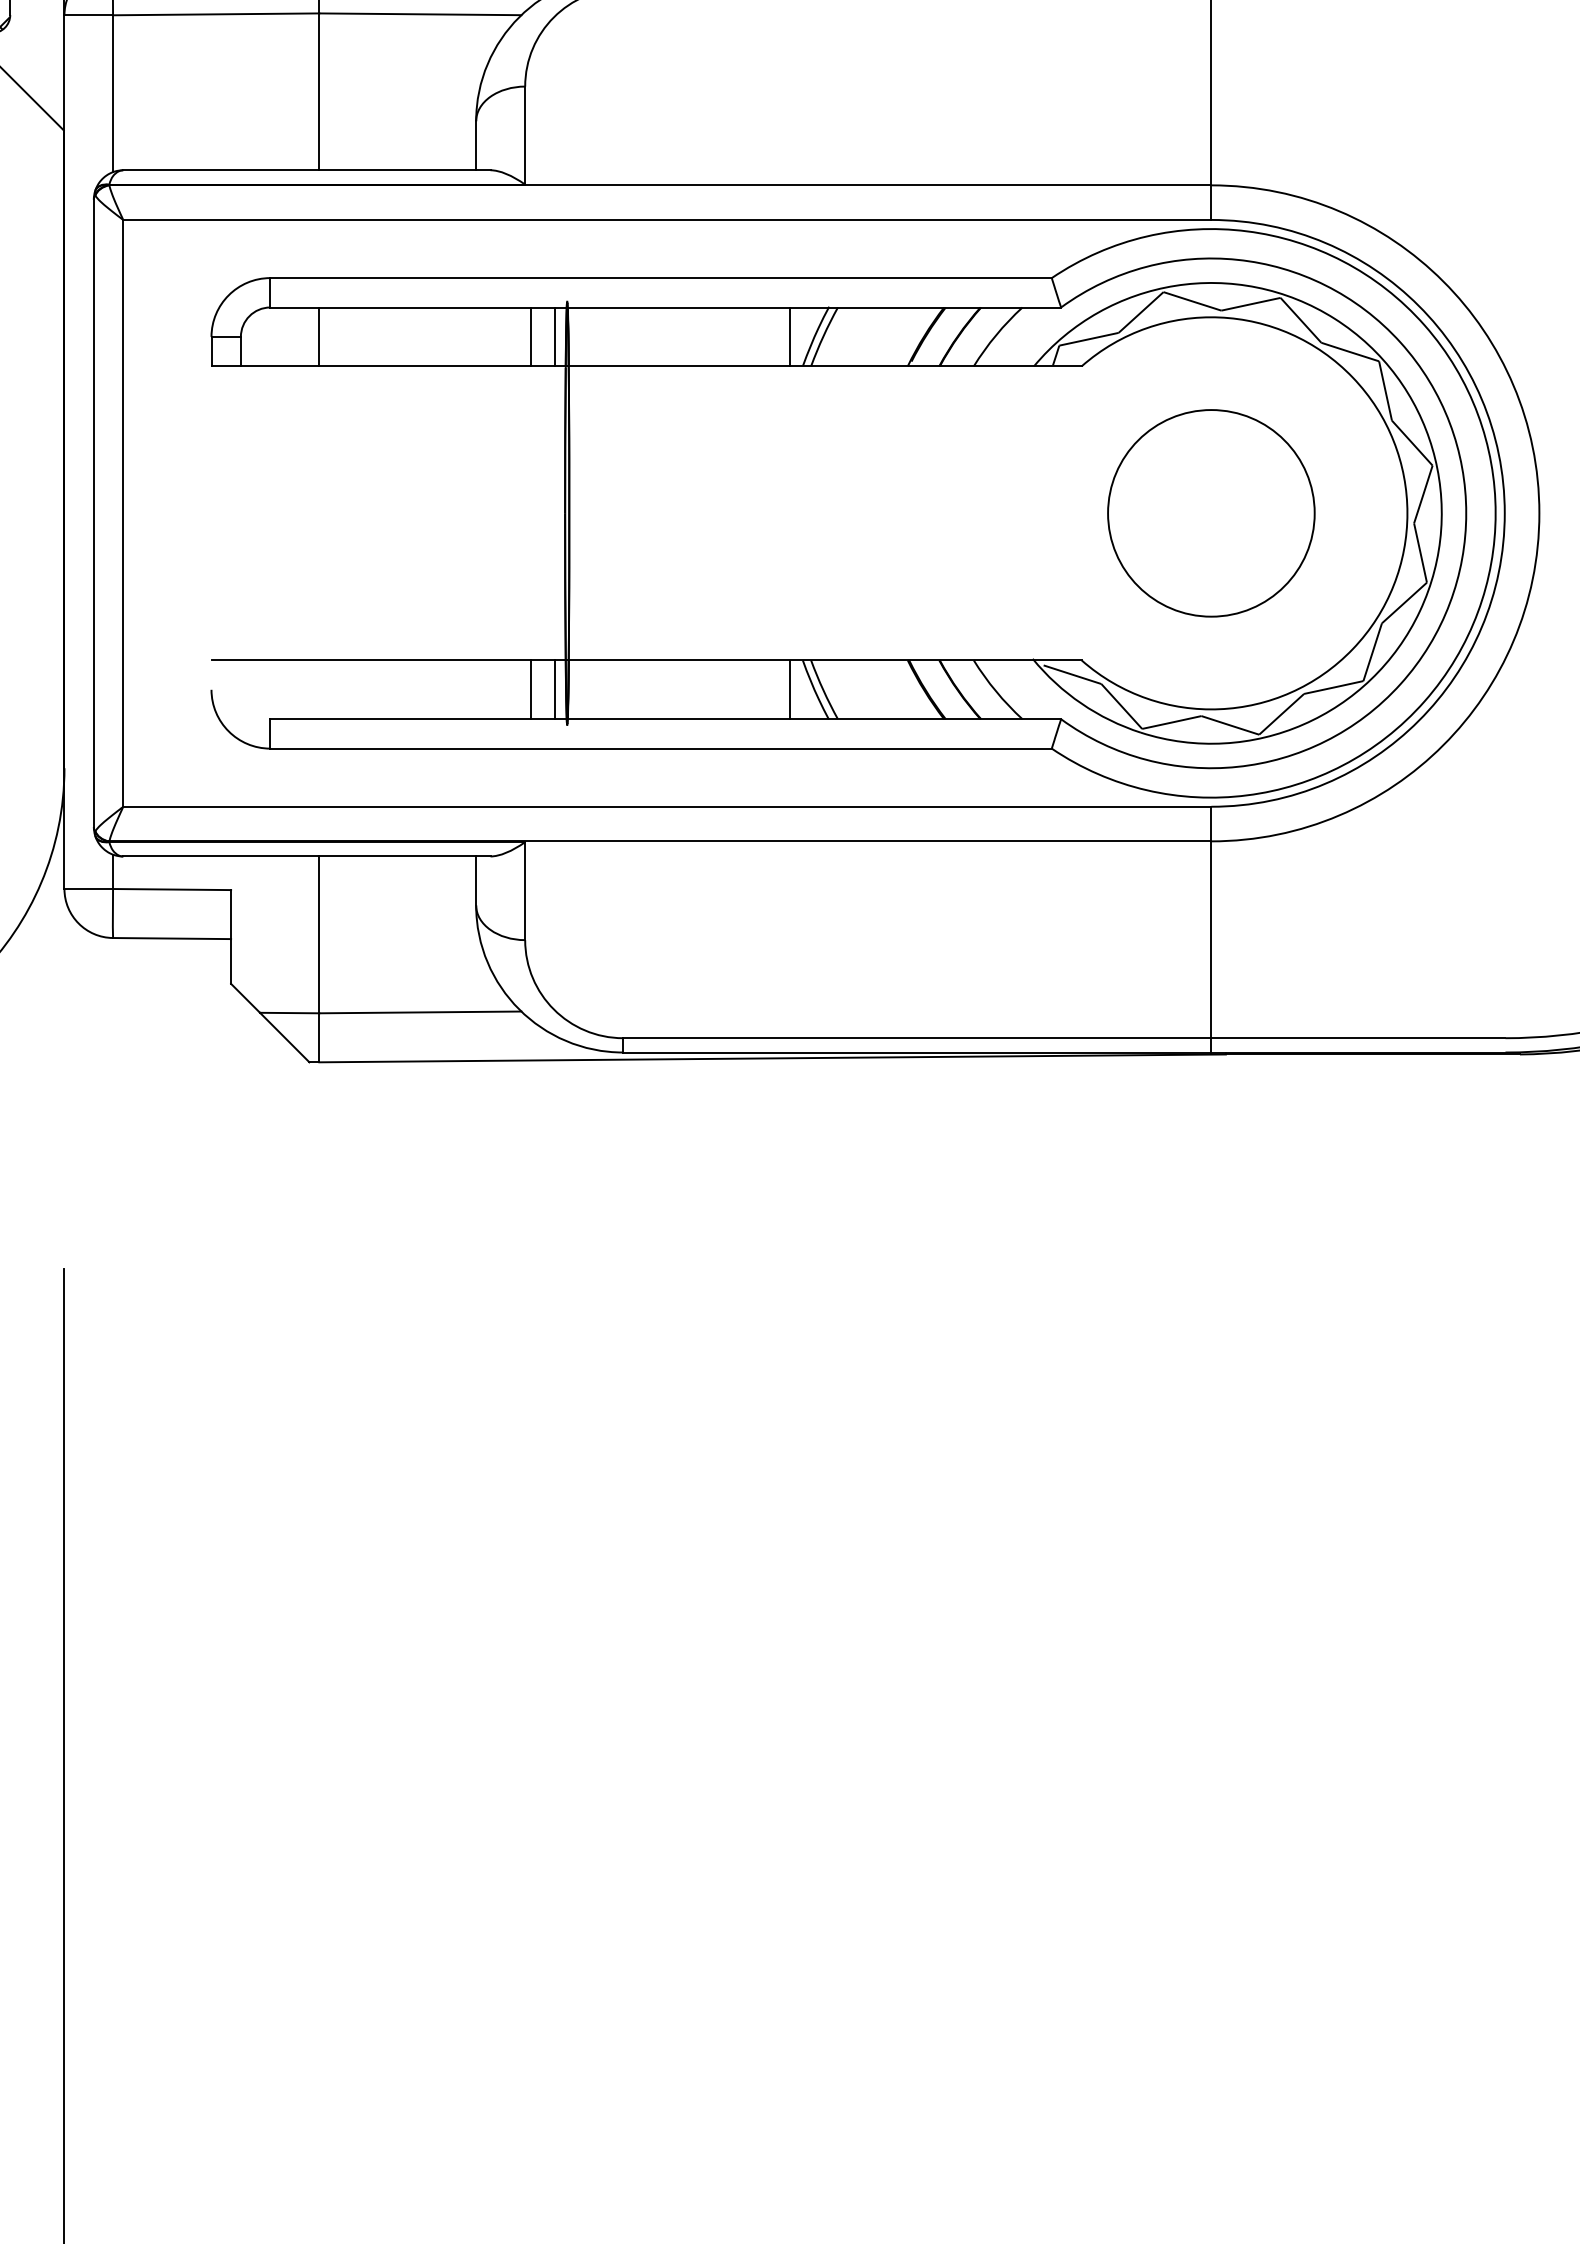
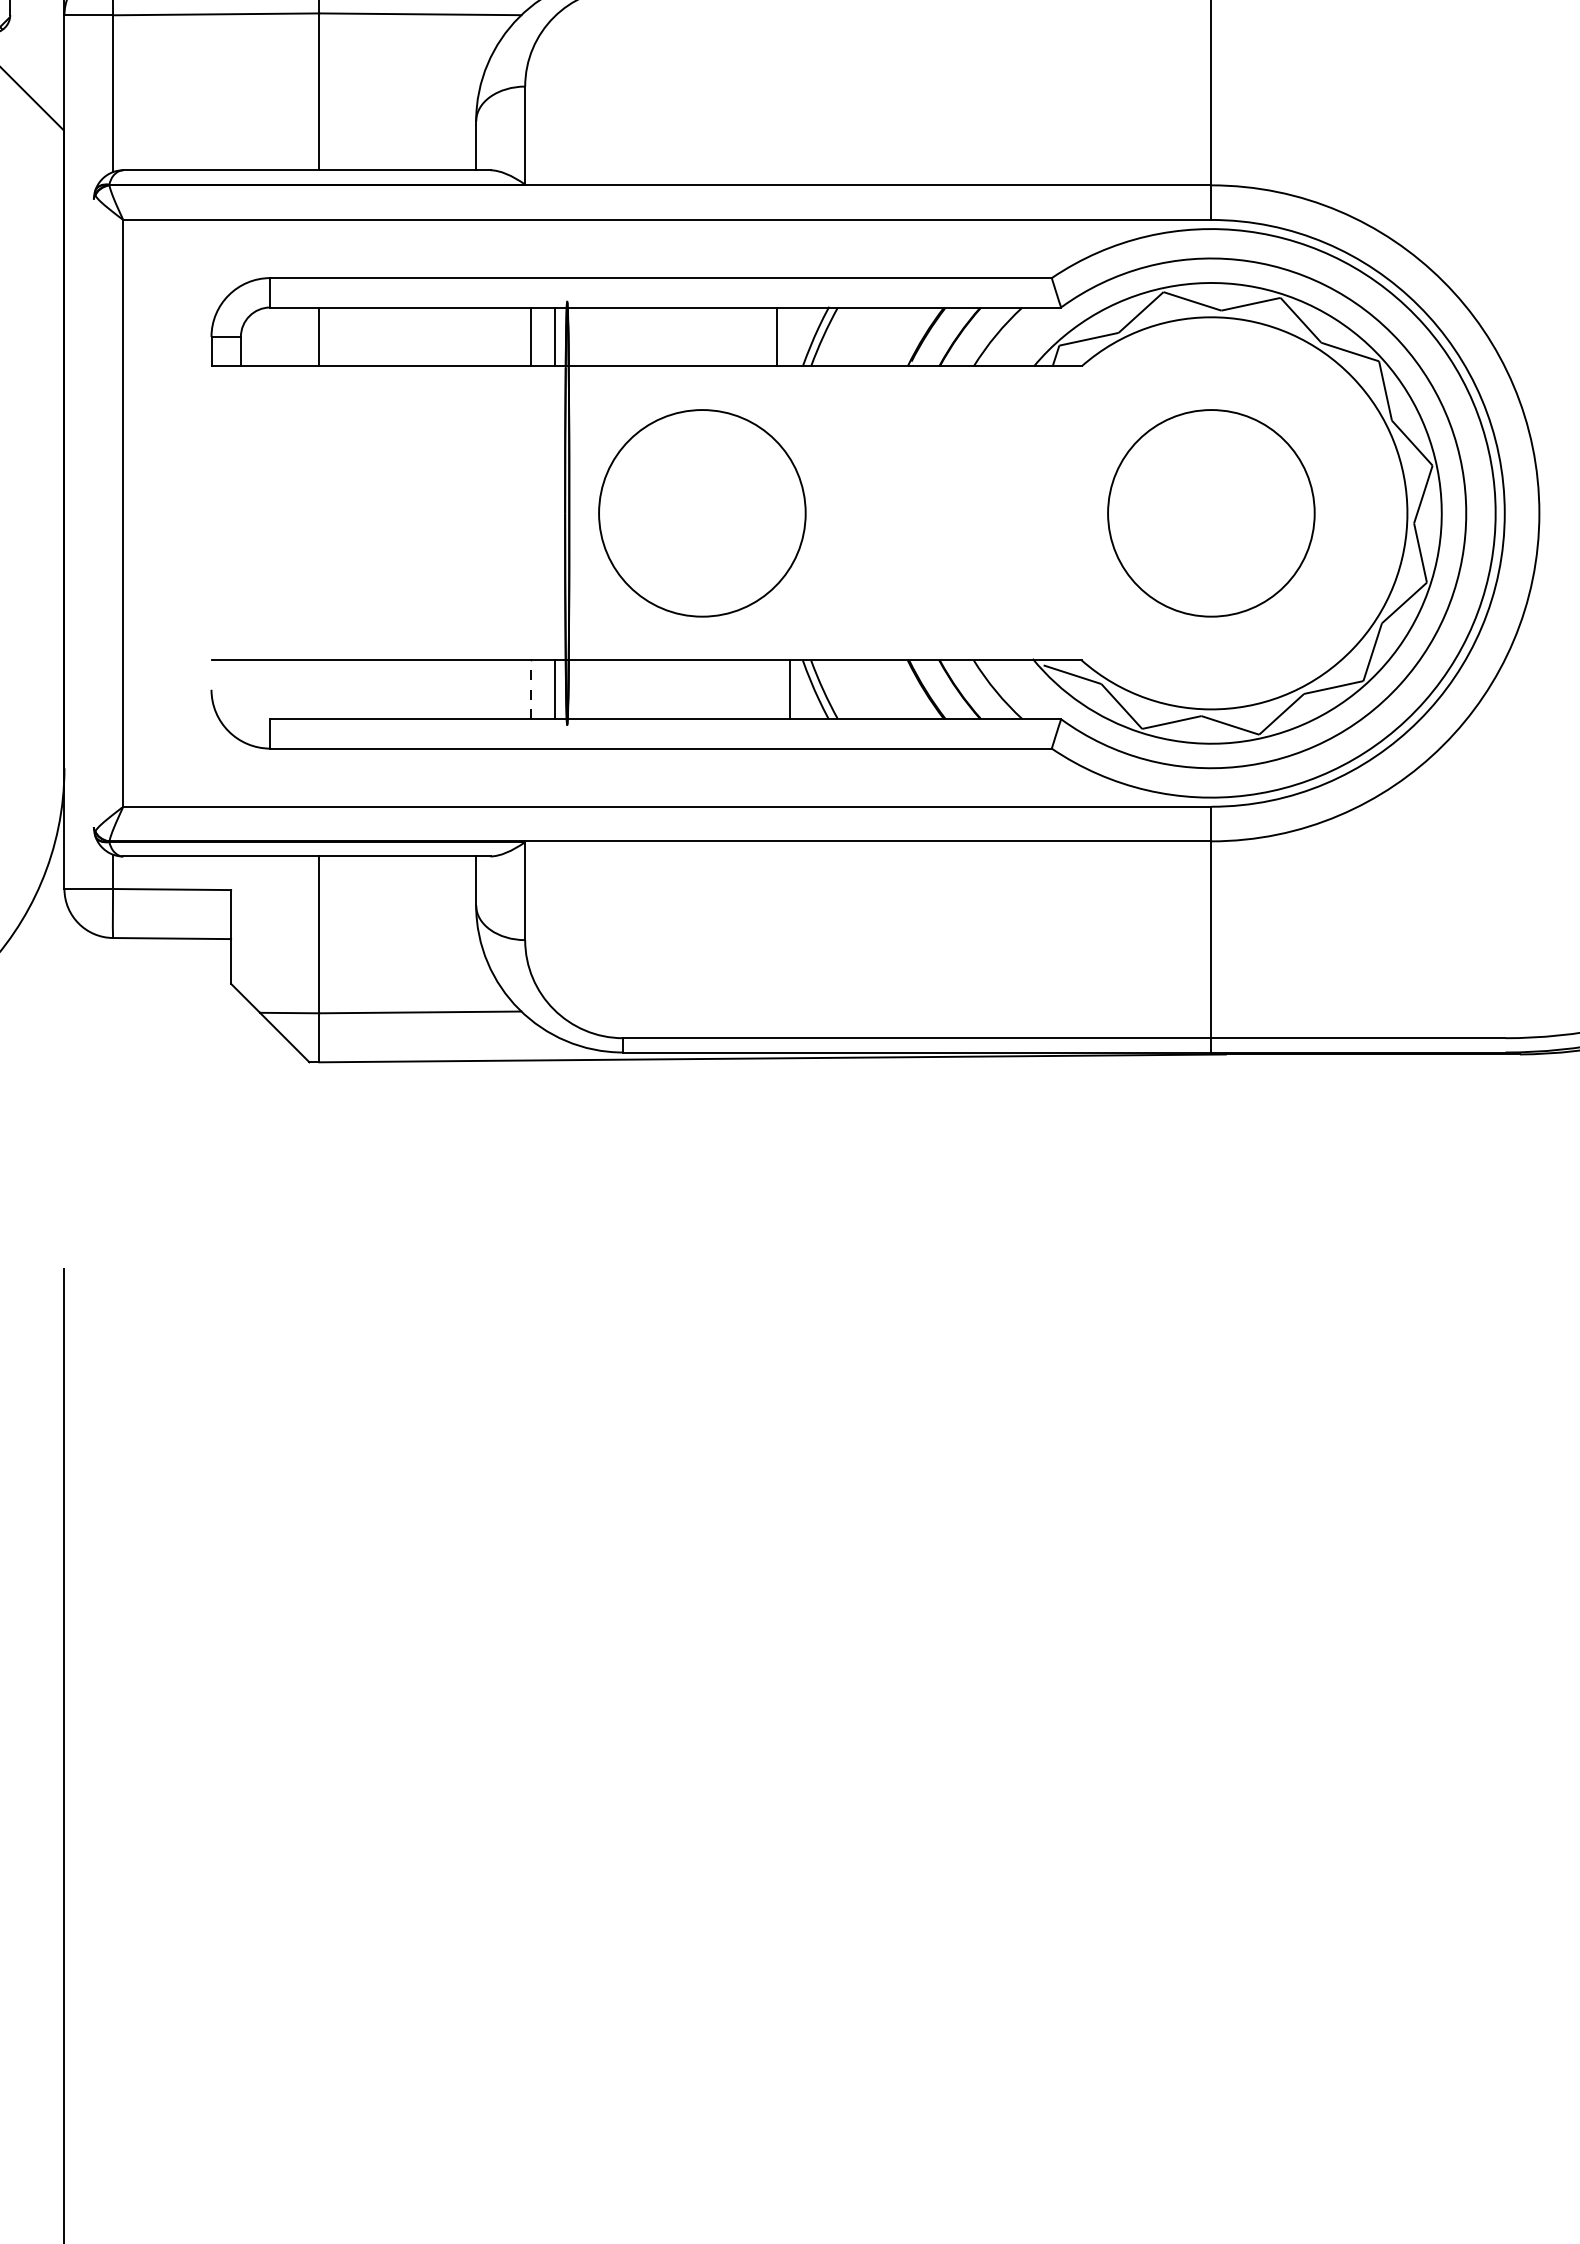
line at (790, 336) position: (790, 336) -> (777, 336)
line at (93, 513): present -> none
circle at (702, 513): none -> present
line at (530, 689): solid -> dashed
